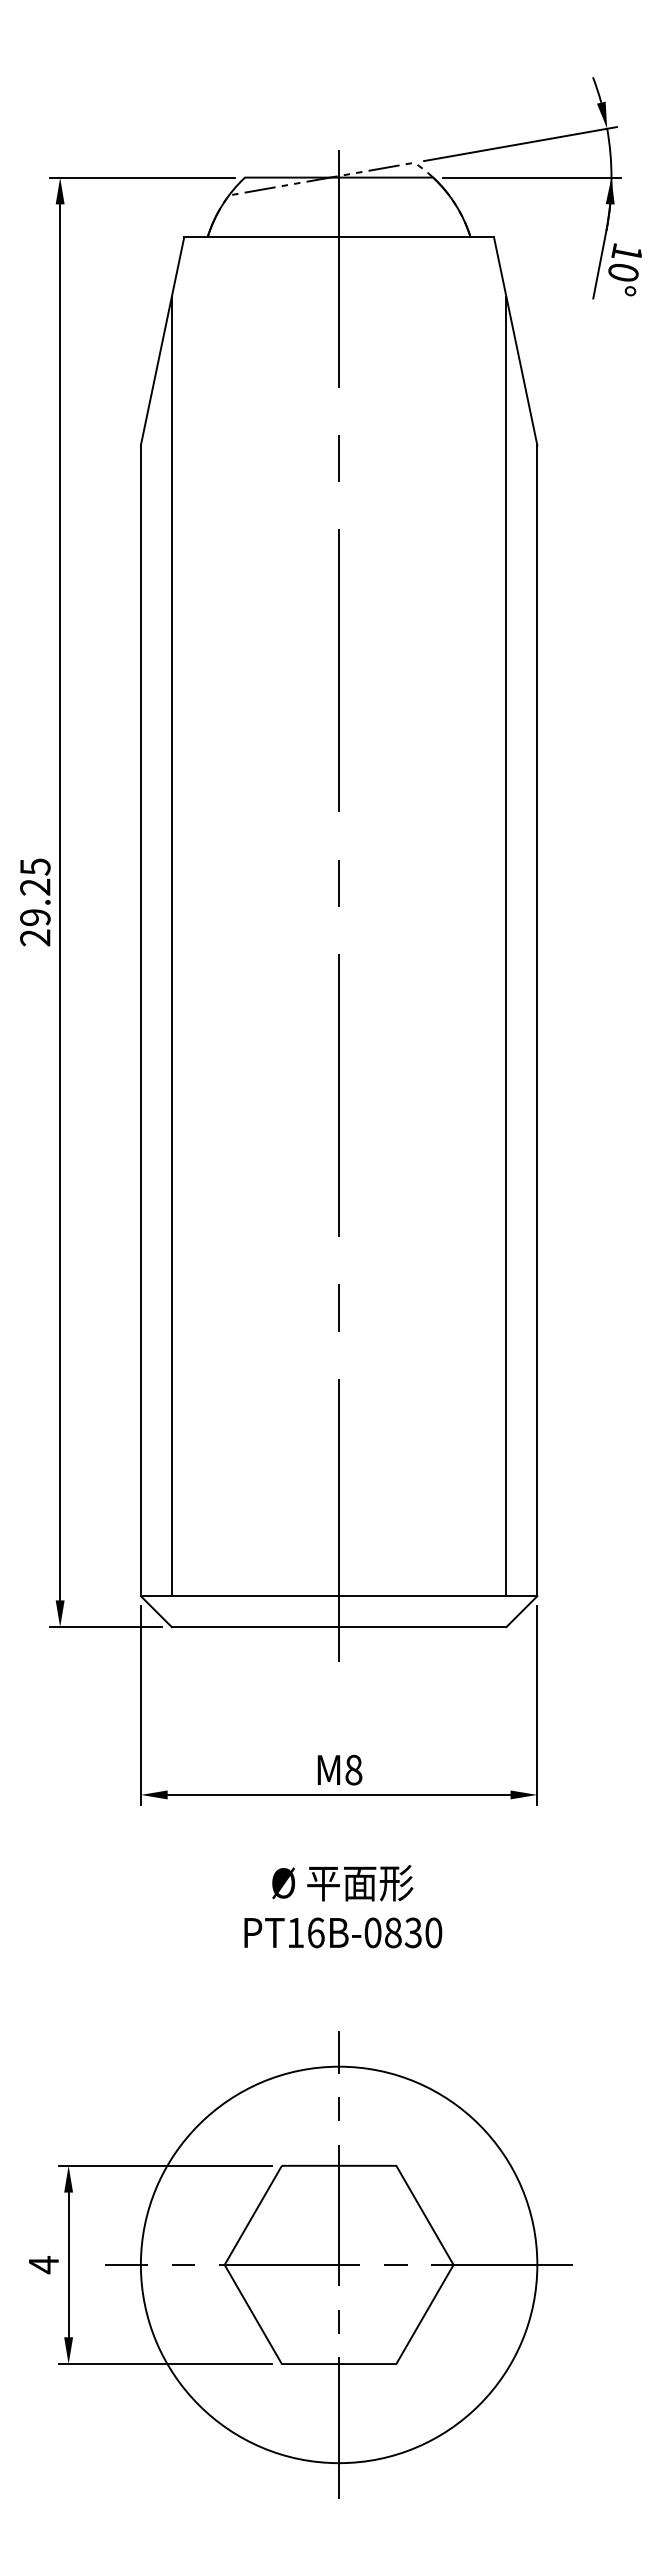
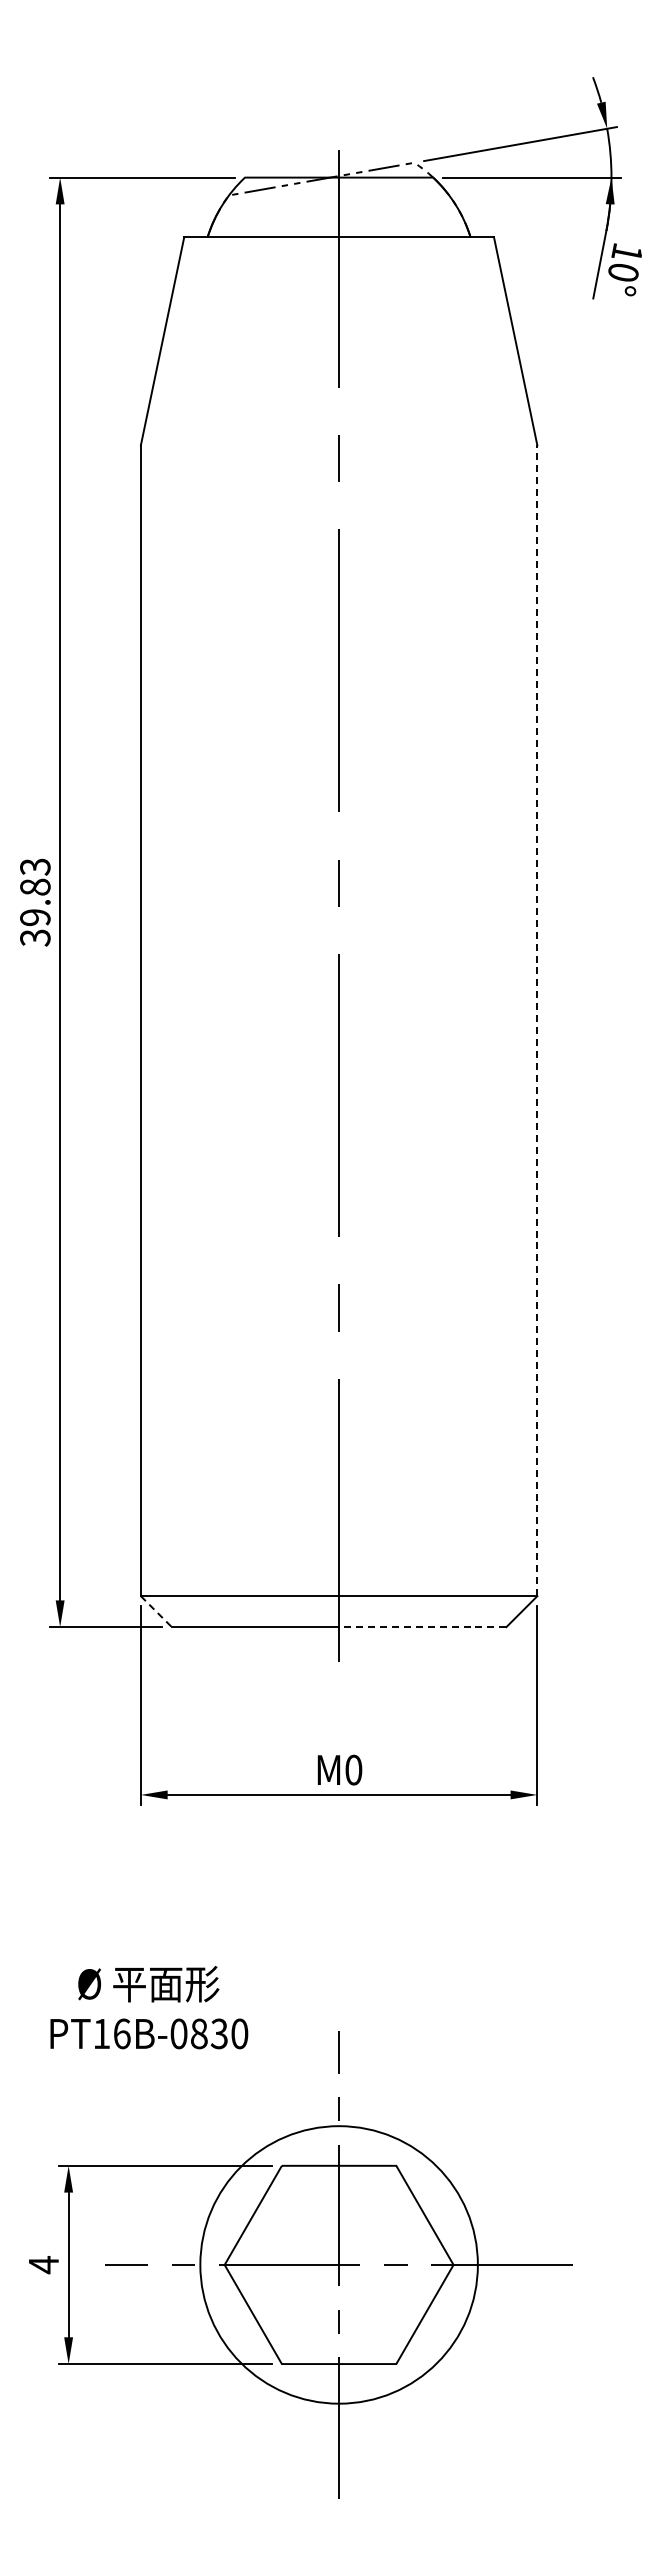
text at (35, 902): 29.25 -> 39.83
line at (171, 946): present -> none
line at (506, 946): present -> none
line at (537, 1020): solid -> dashed
line at (156, 1611): solid -> dashed
line at (422, 1627): solid -> dashed
text at (353, 1769): 8 -> 0
text at (343, 1906) position: (343, 1906) -> (149, 2007)
circle at (338, 2264) diameter: 396 px -> 278 px
